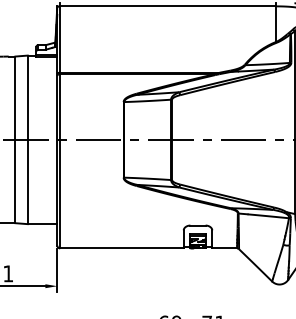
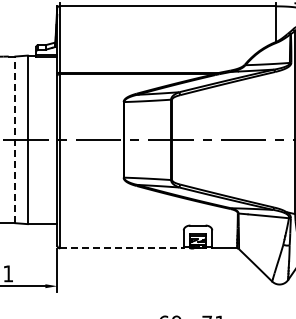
line at (15, 139): solid -> dashed
line at (121, 248): solid -> dashed
